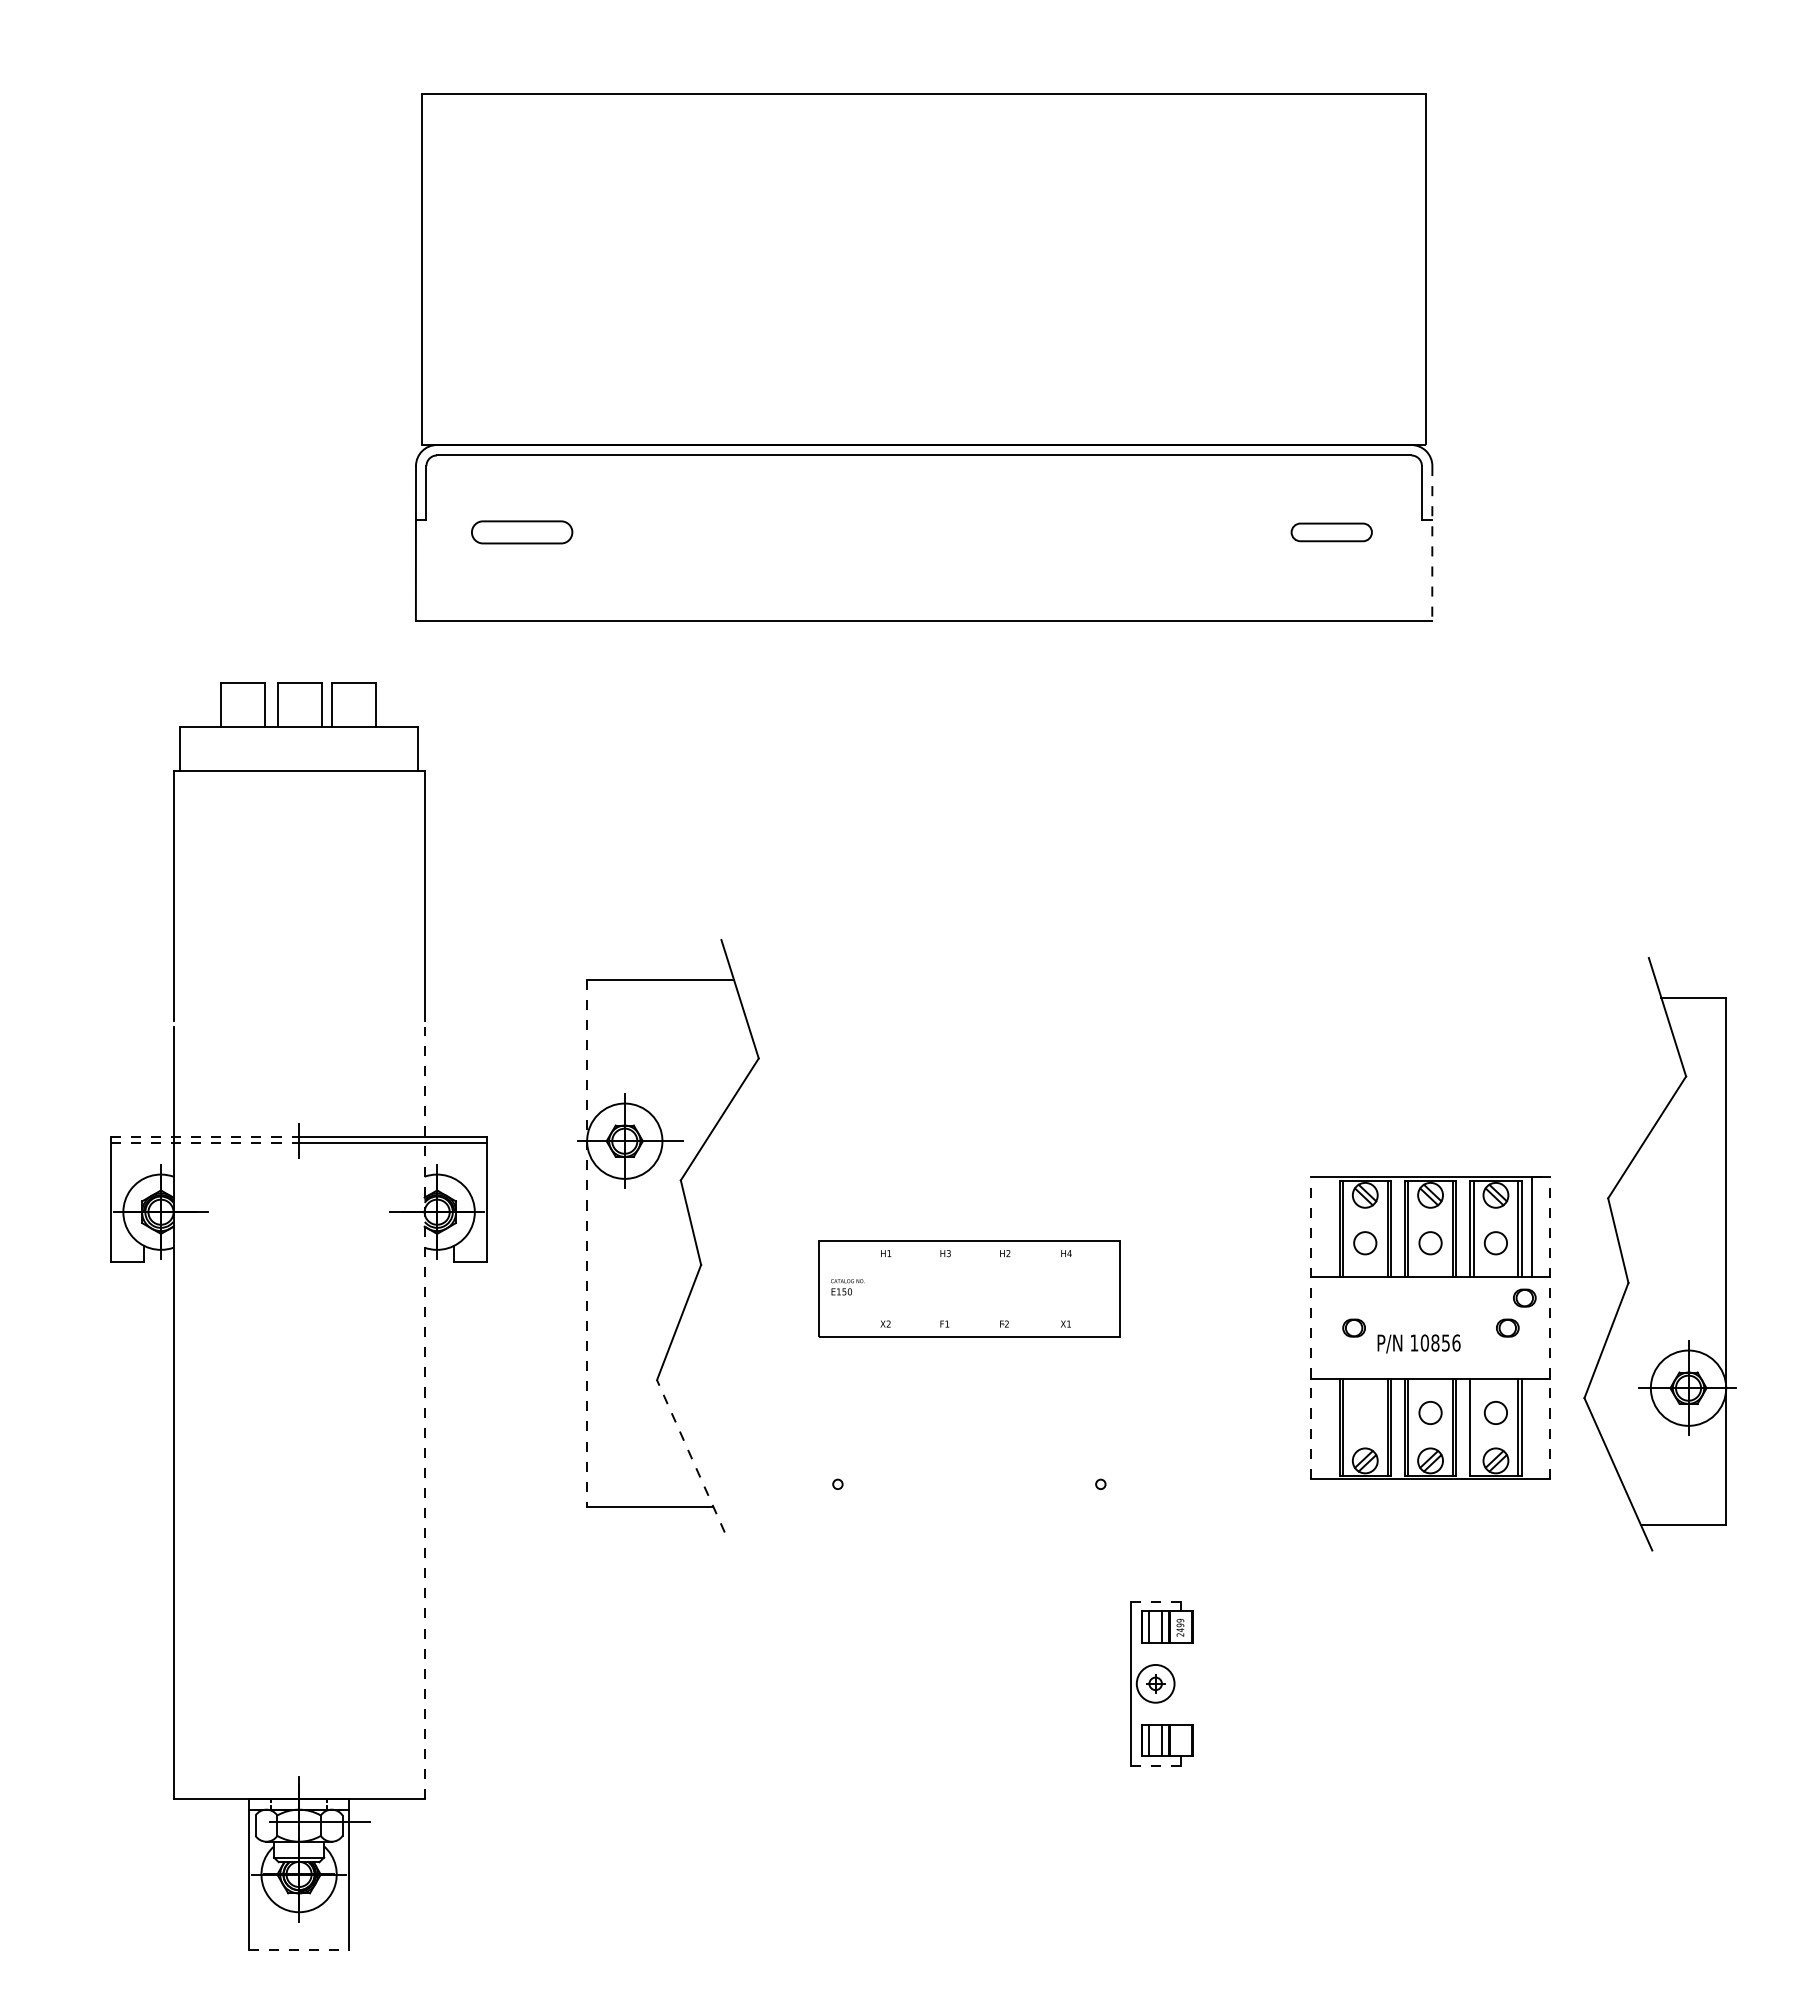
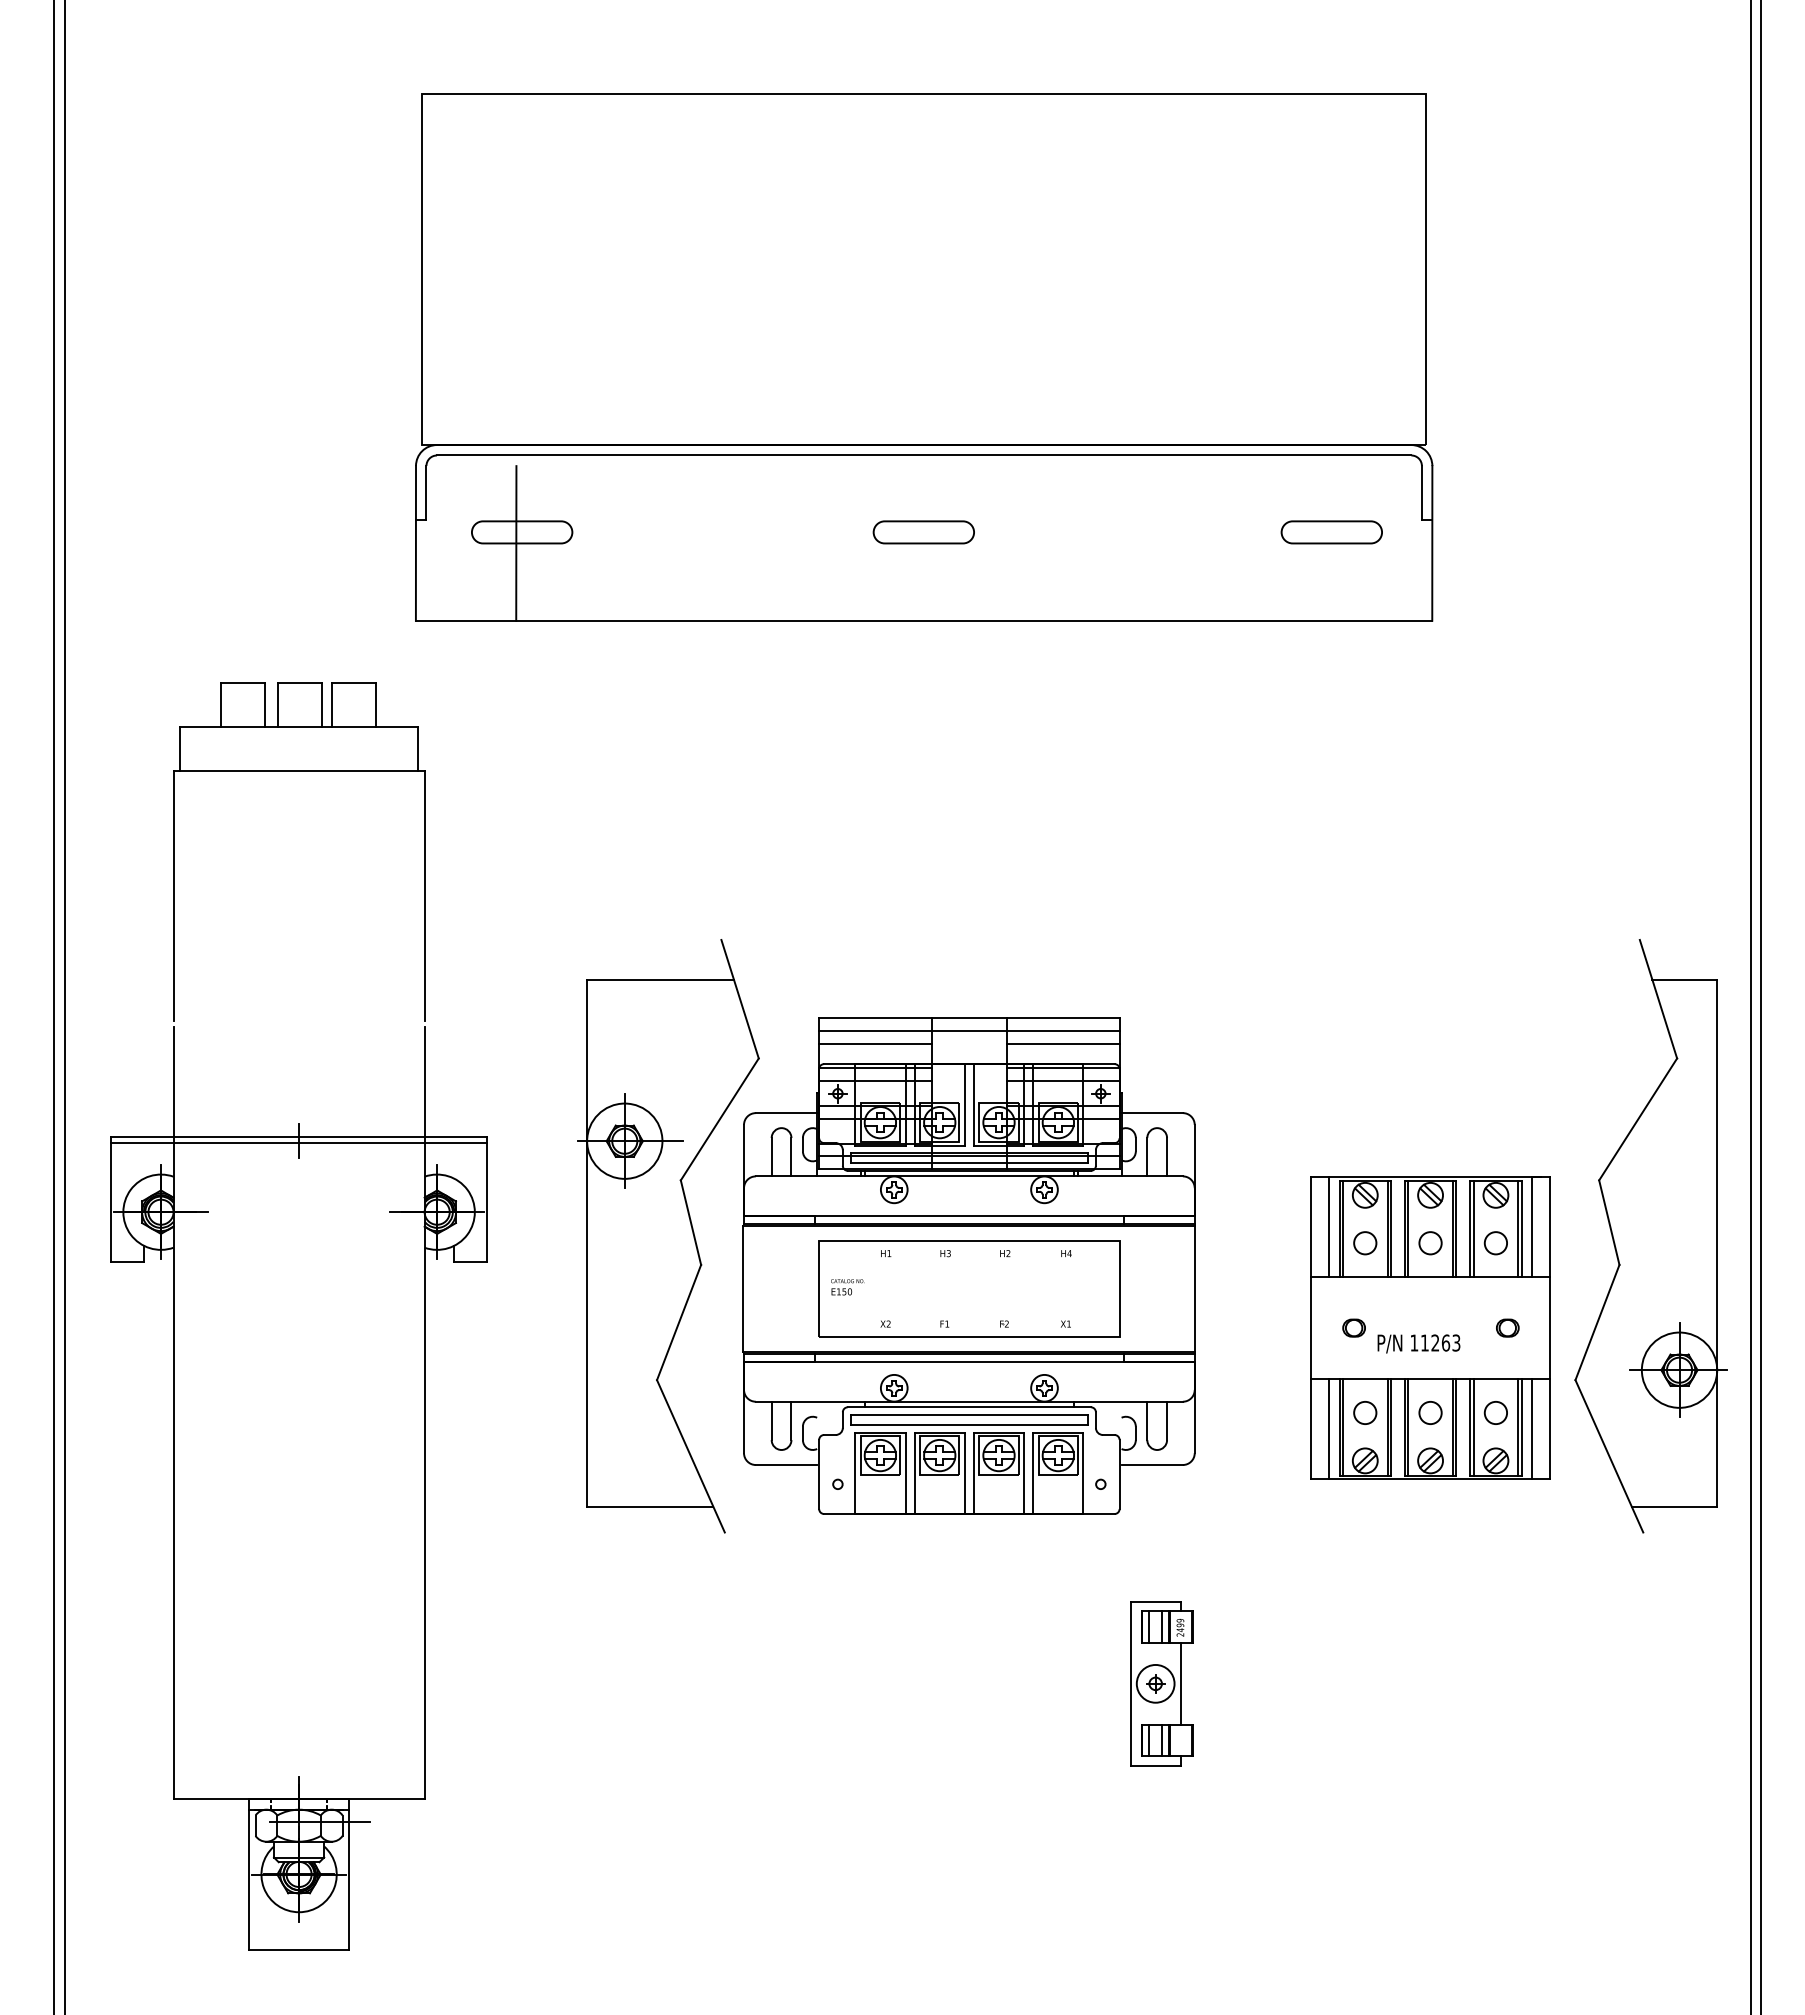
part at (923, 532): none -> present
part at (1331, 532) size: 83x21 px -> 103x25 px
line at (516, 543): none -> present
line at (1432, 543): dashed -> solid
line at (54, 1006): none -> present
line at (64, 1006): none -> present
line at (1750, 1006): none -> present
line at (1761, 1006): none -> present
line at (205, 1136): dashed -> solid
line at (205, 1142): dashed -> solid
line at (1329, 1226): none -> present
line at (587, 1243): dashed -> solid
part at (1659, 1254) position: (1659, 1254) -> (1650, 1236)
part at (968, 1265): none -> present
part at (1524, 1297): present -> none
line at (1311, 1328): dashed -> solid
line at (1549, 1328): dashed -> solid
text at (1440, 1342): 10856 -> 11263
line at (424, 1412): dashed -> solid
circle at (1365, 1412): none -> present
line at (1473, 1427): none -> present
line at (1329, 1428): none -> present
line at (1531, 1428): none -> present
line at (690, 1455): dashed -> solid
line at (1156, 1602): dashed -> solid
line at (1180, 1683): none -> present
line at (1156, 1765): dashed -> solid
line at (299, 1949): dashed -> solid
